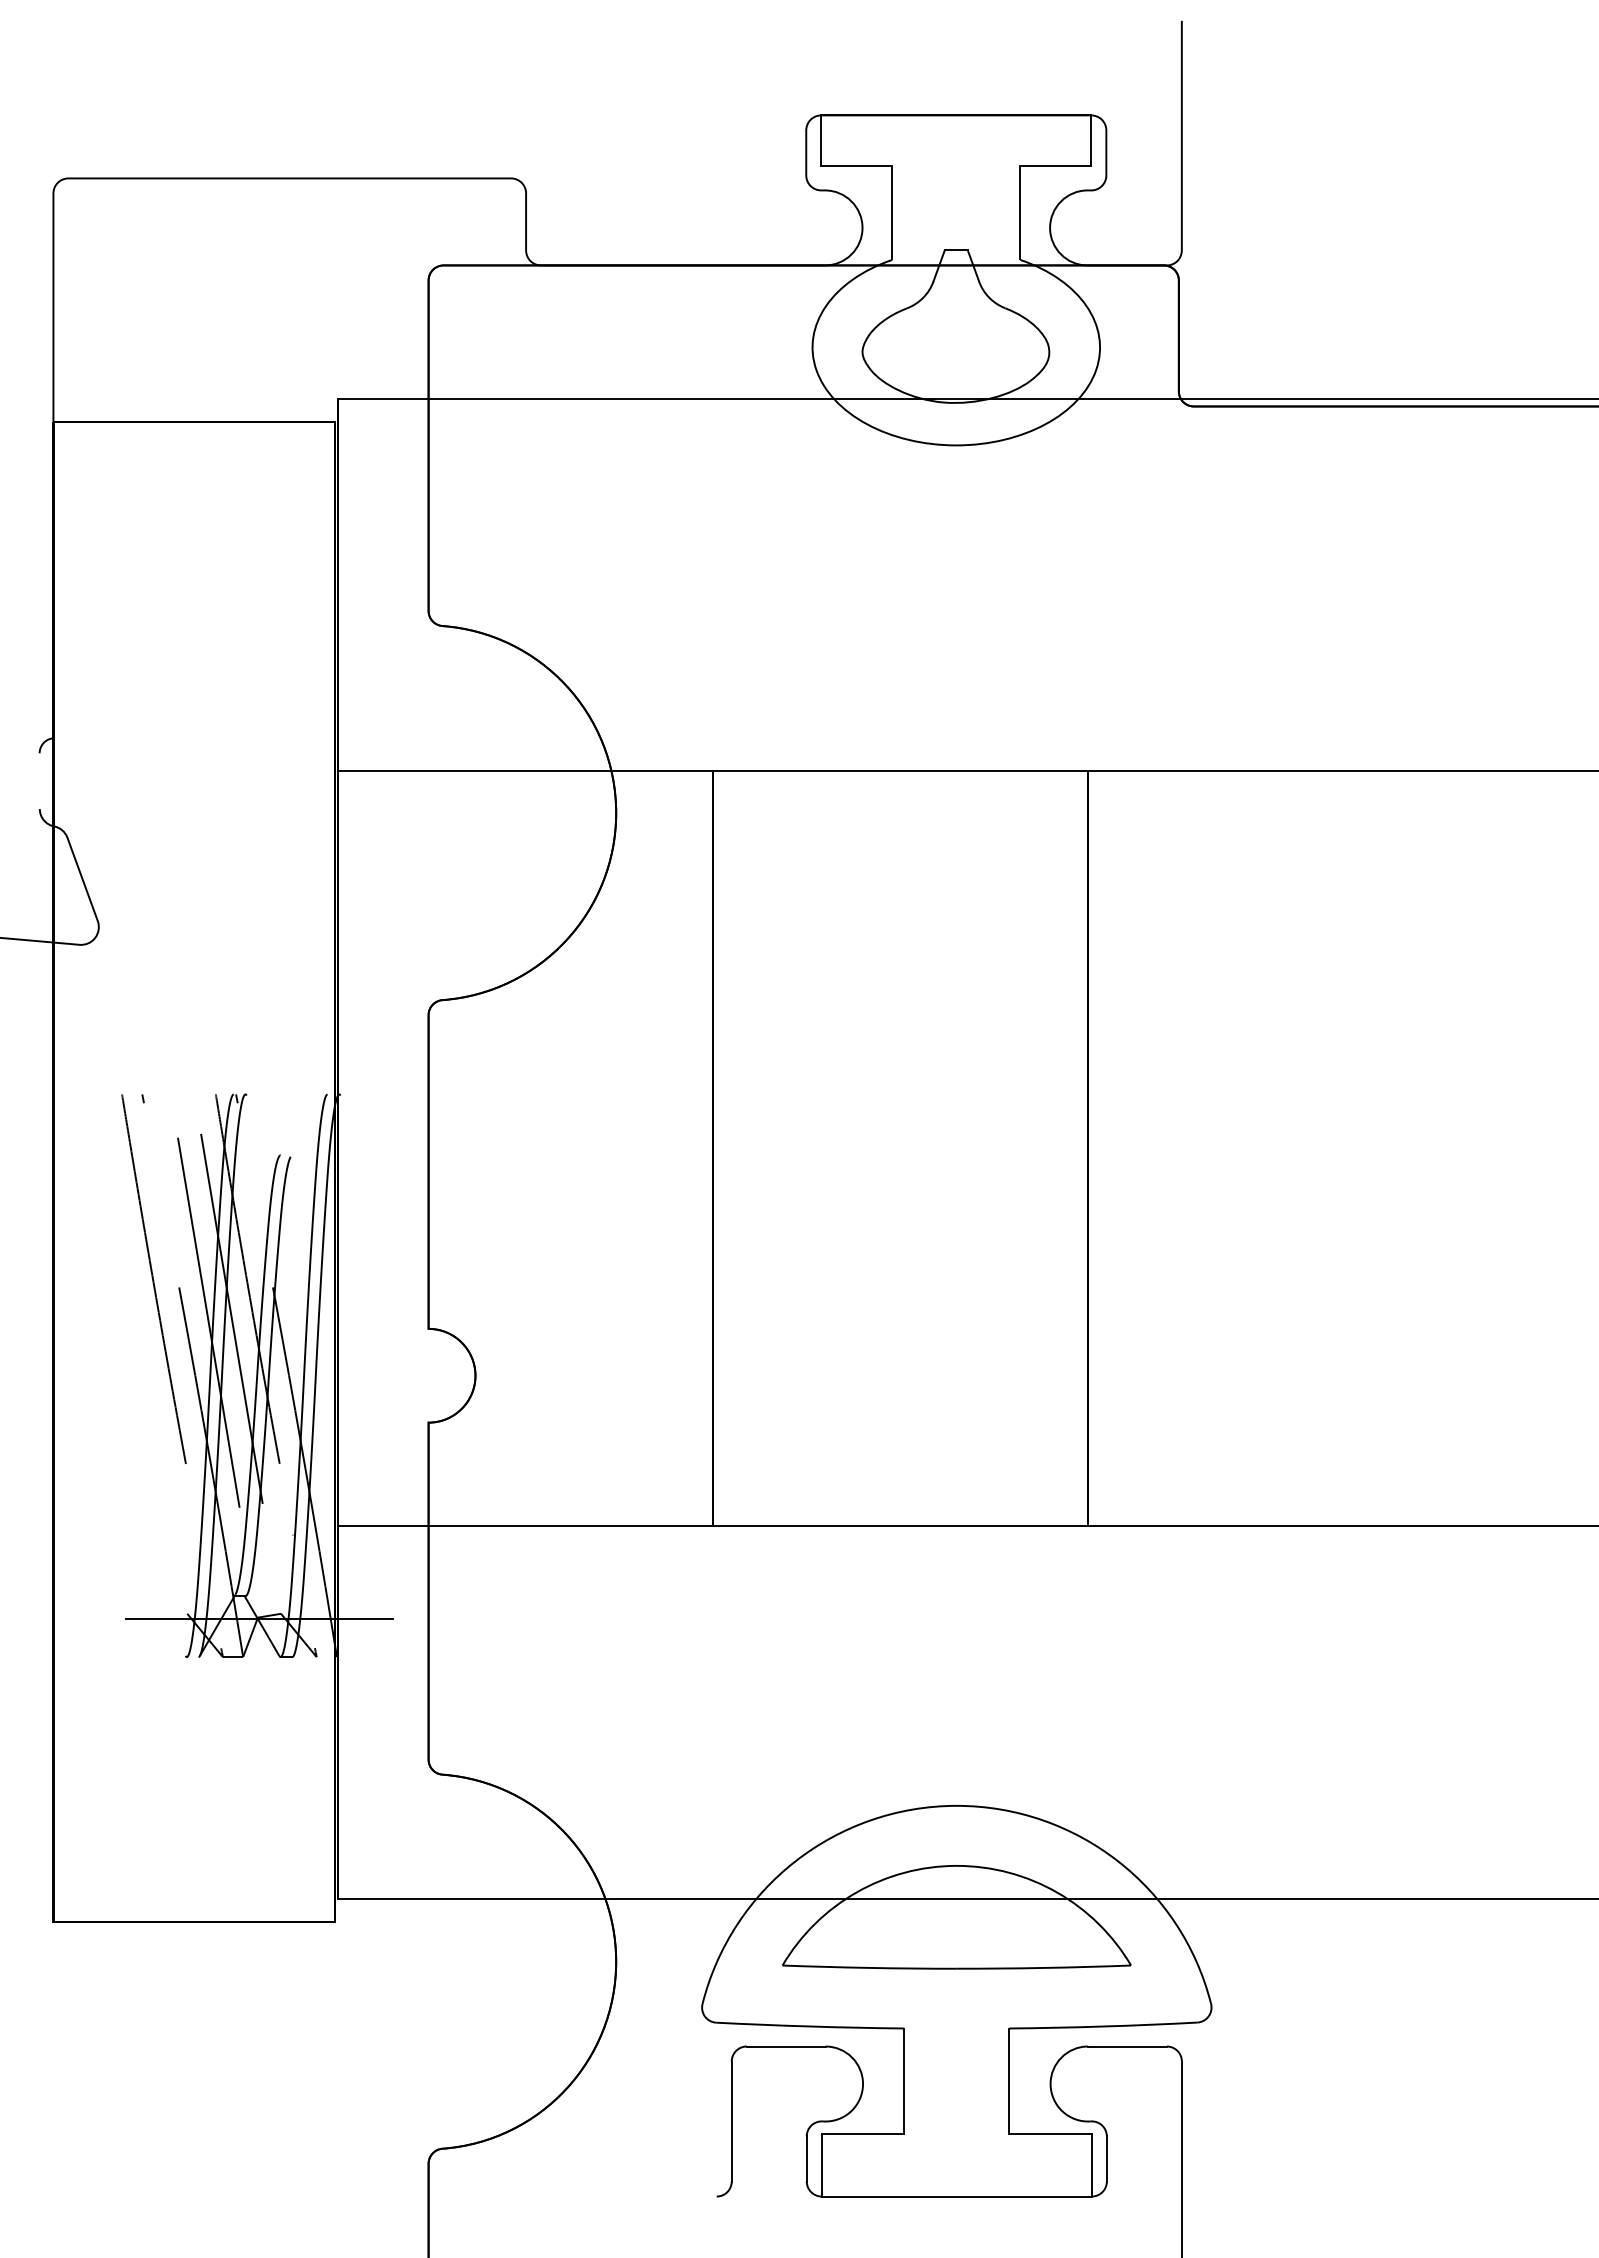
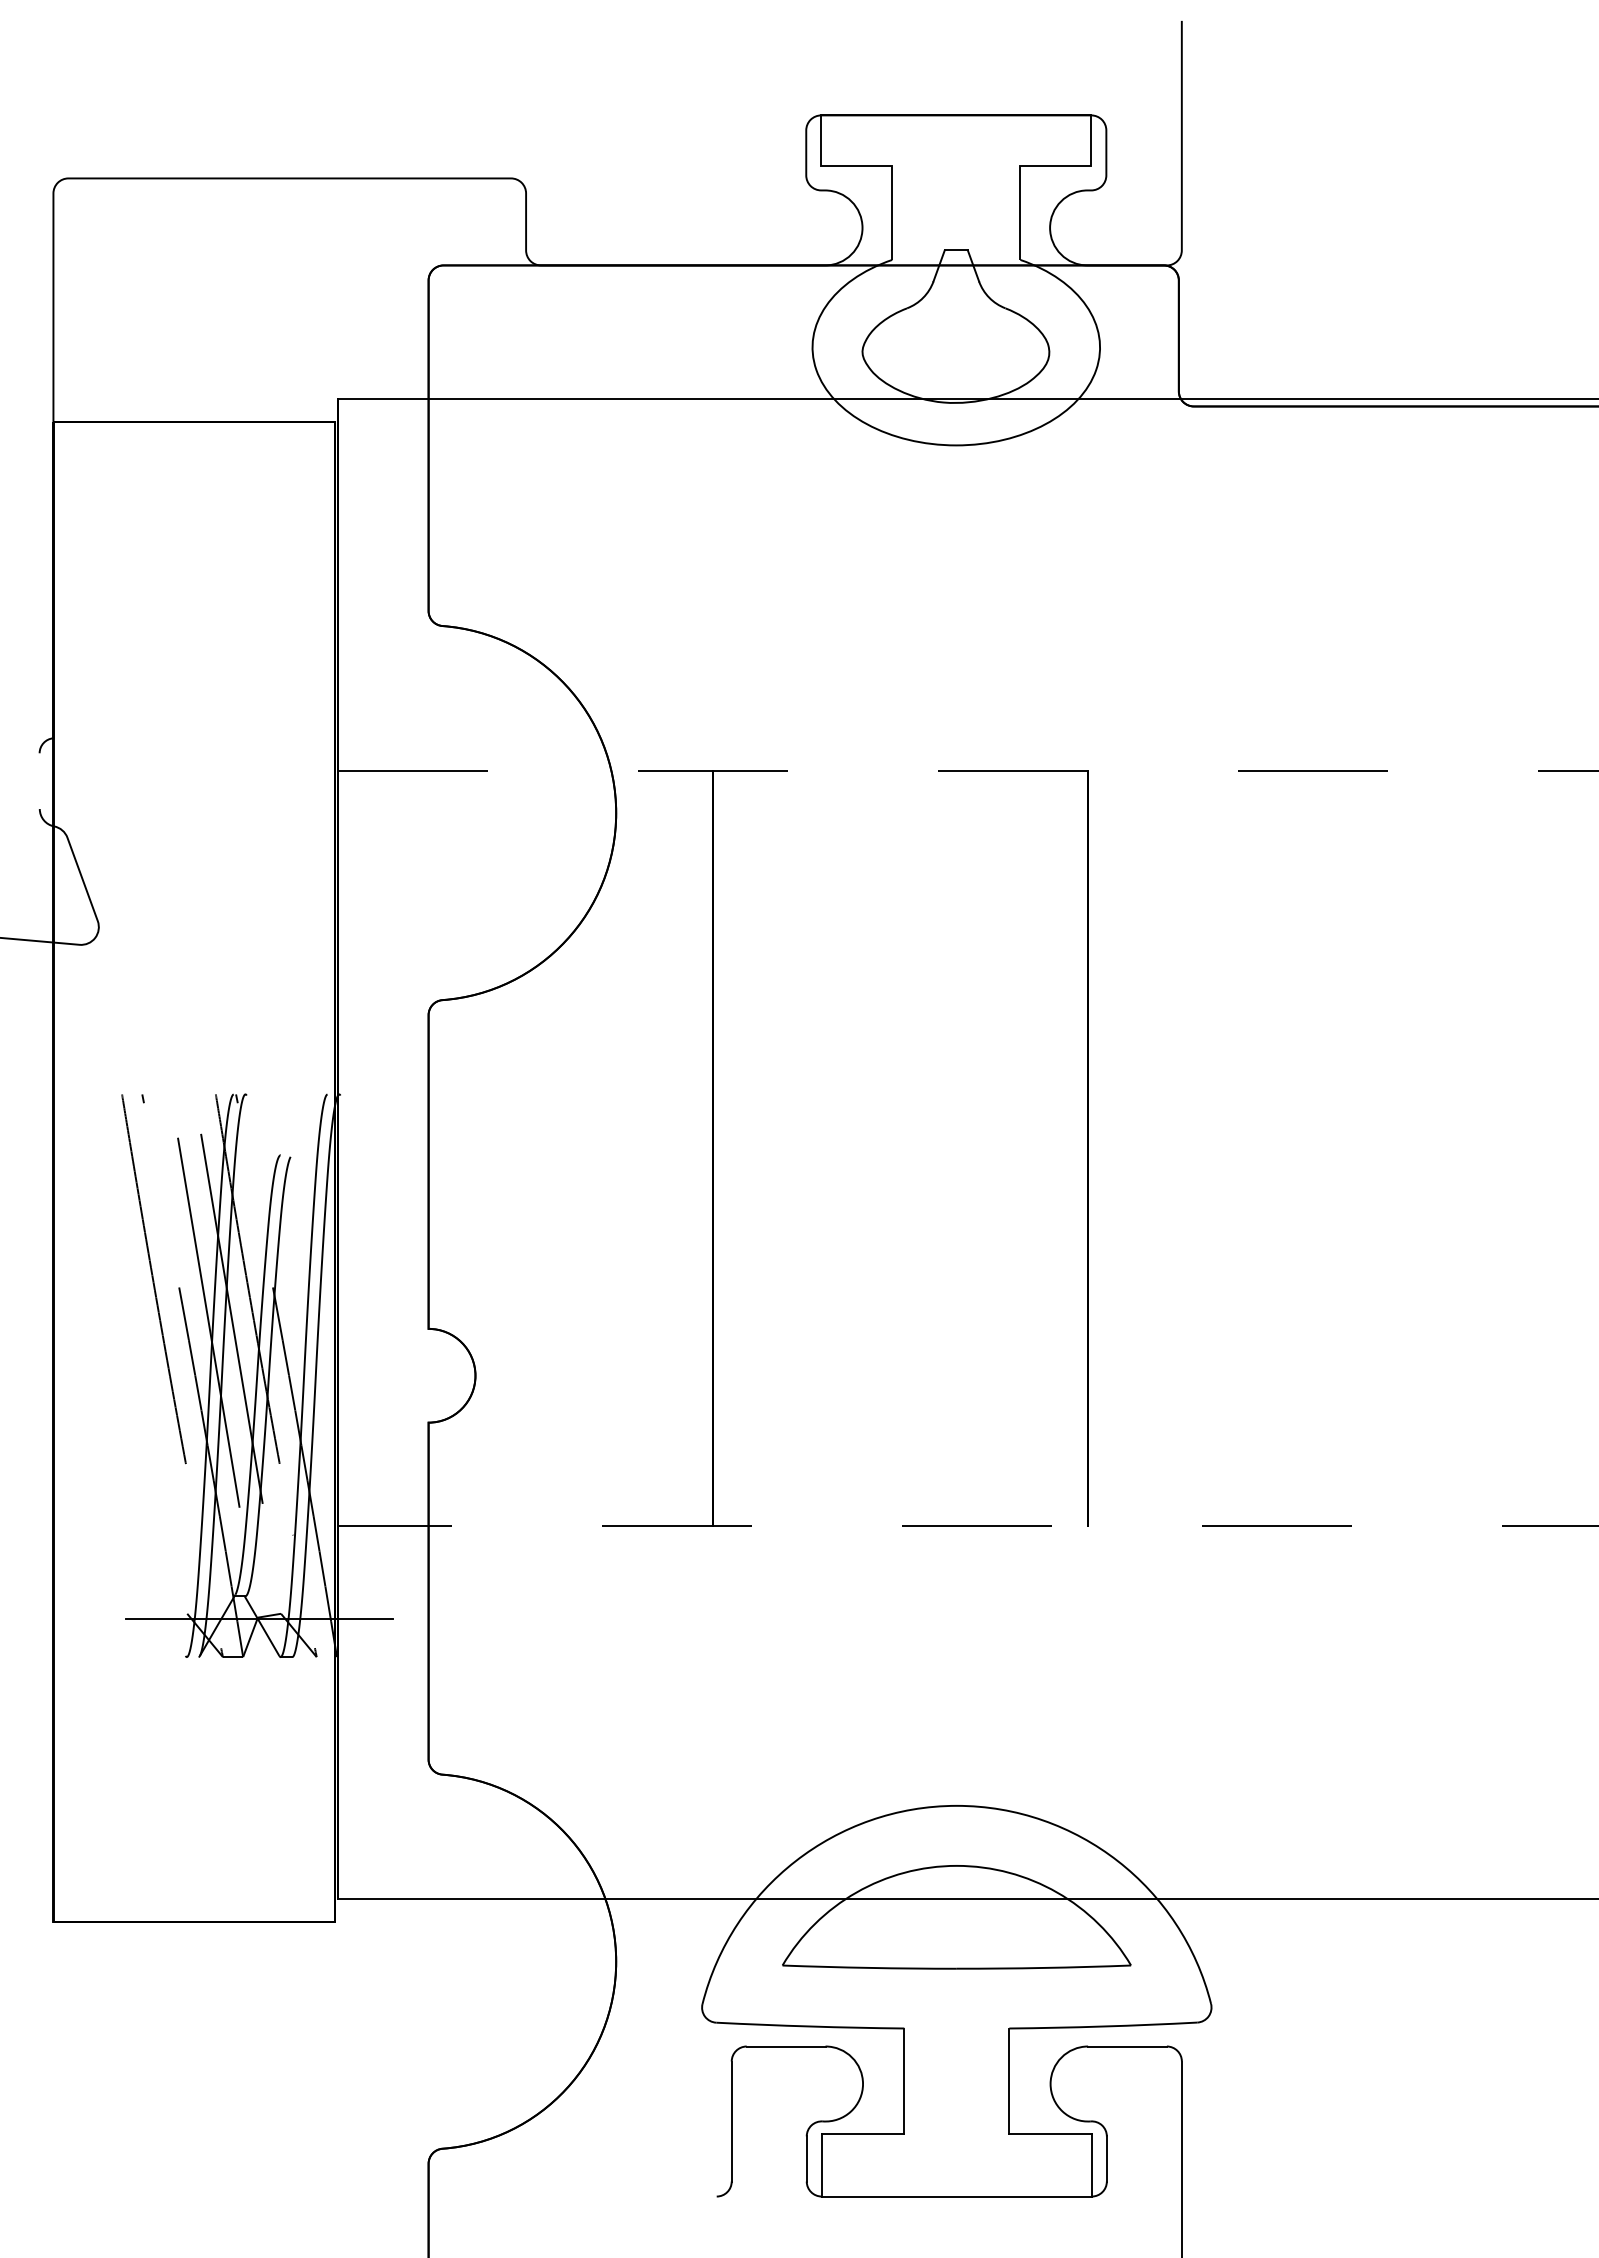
line at (968, 770): solid -> dashed
line at (967, 1525): solid -> dashed
